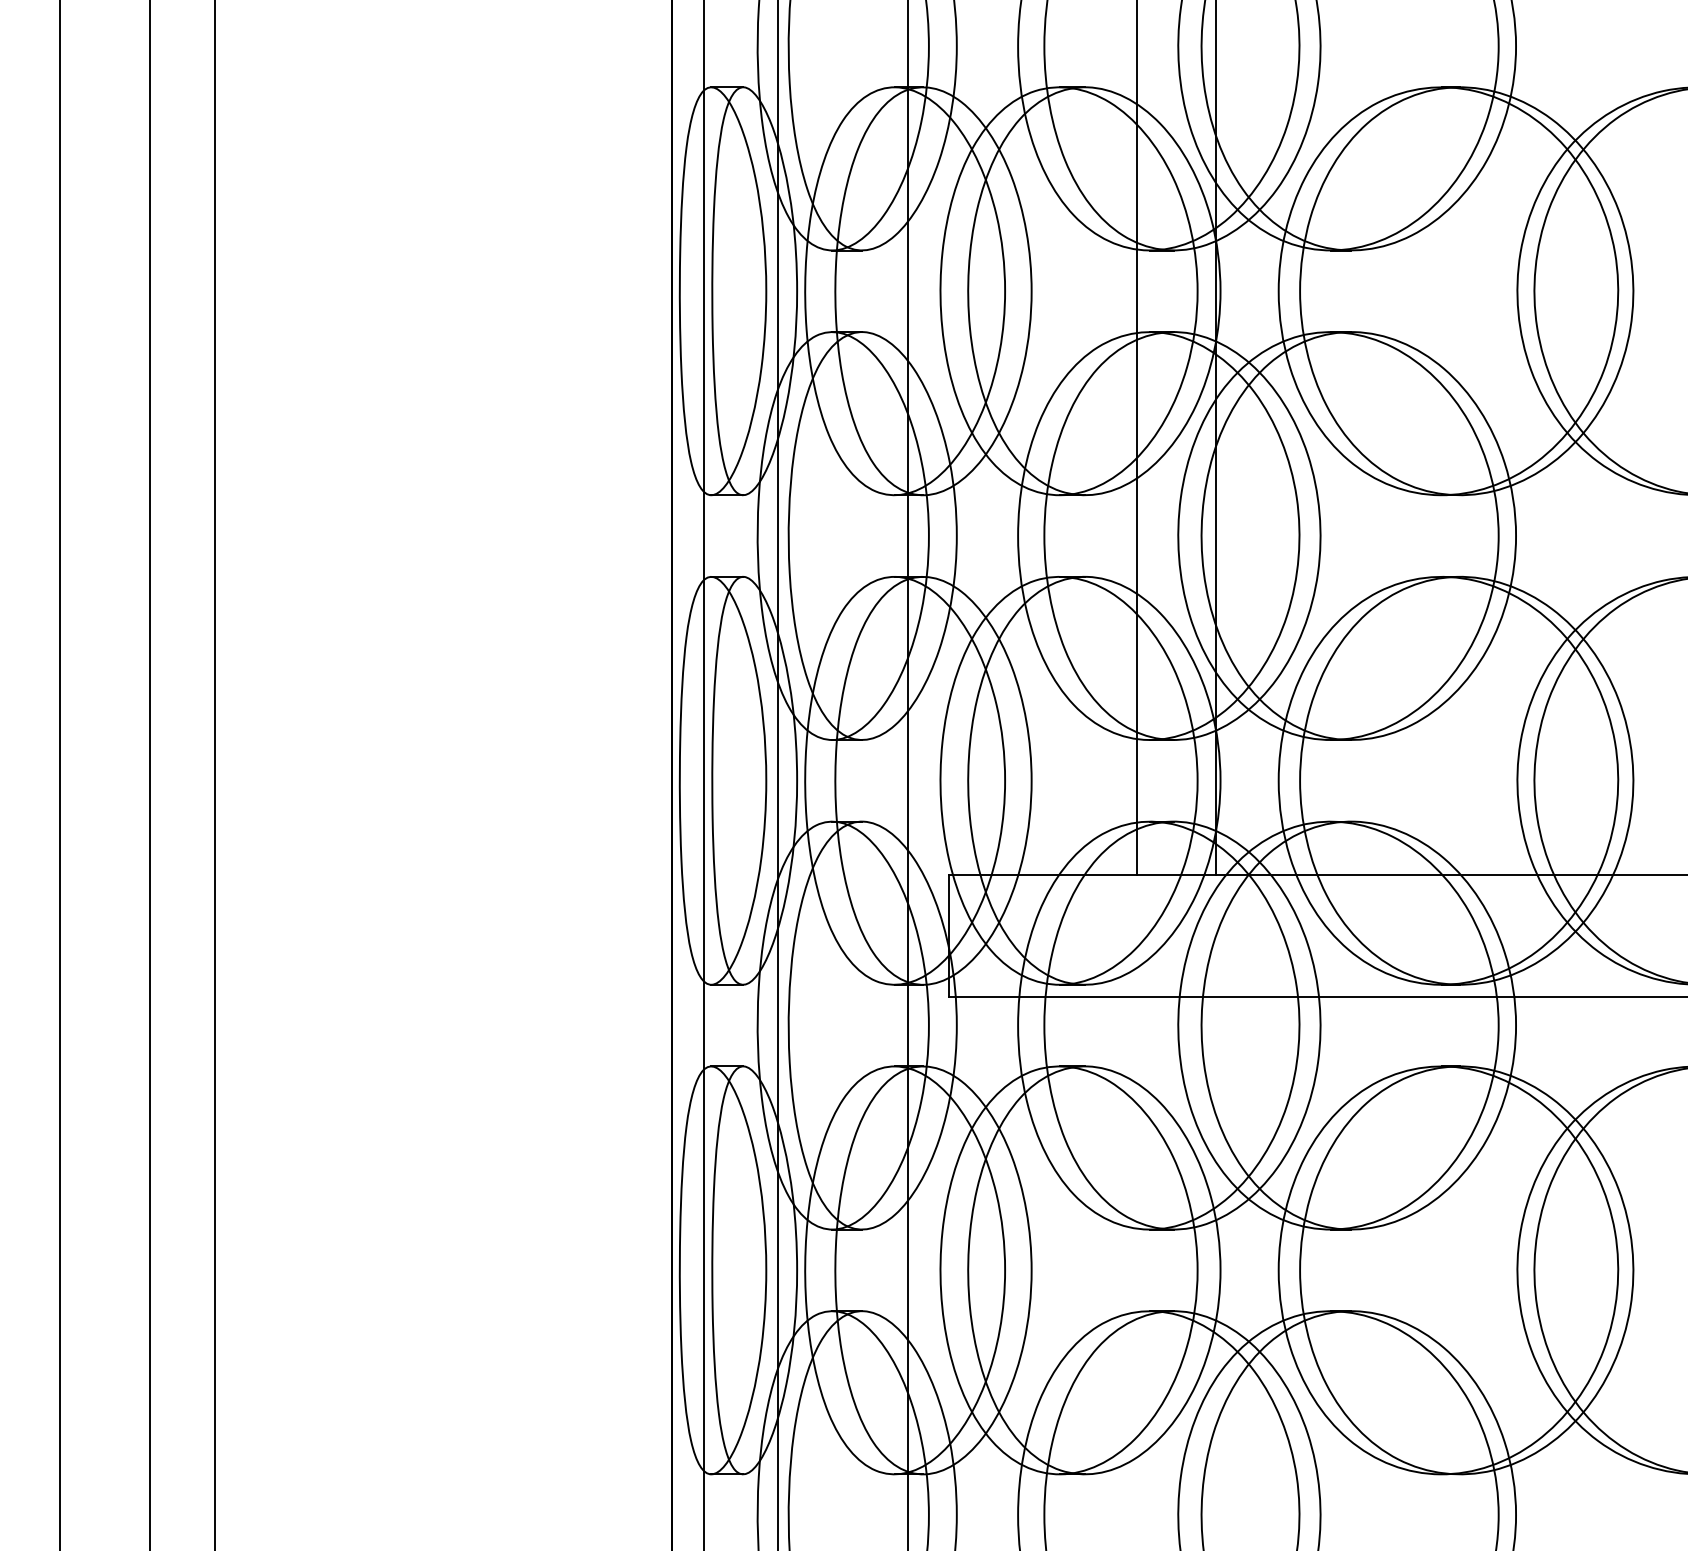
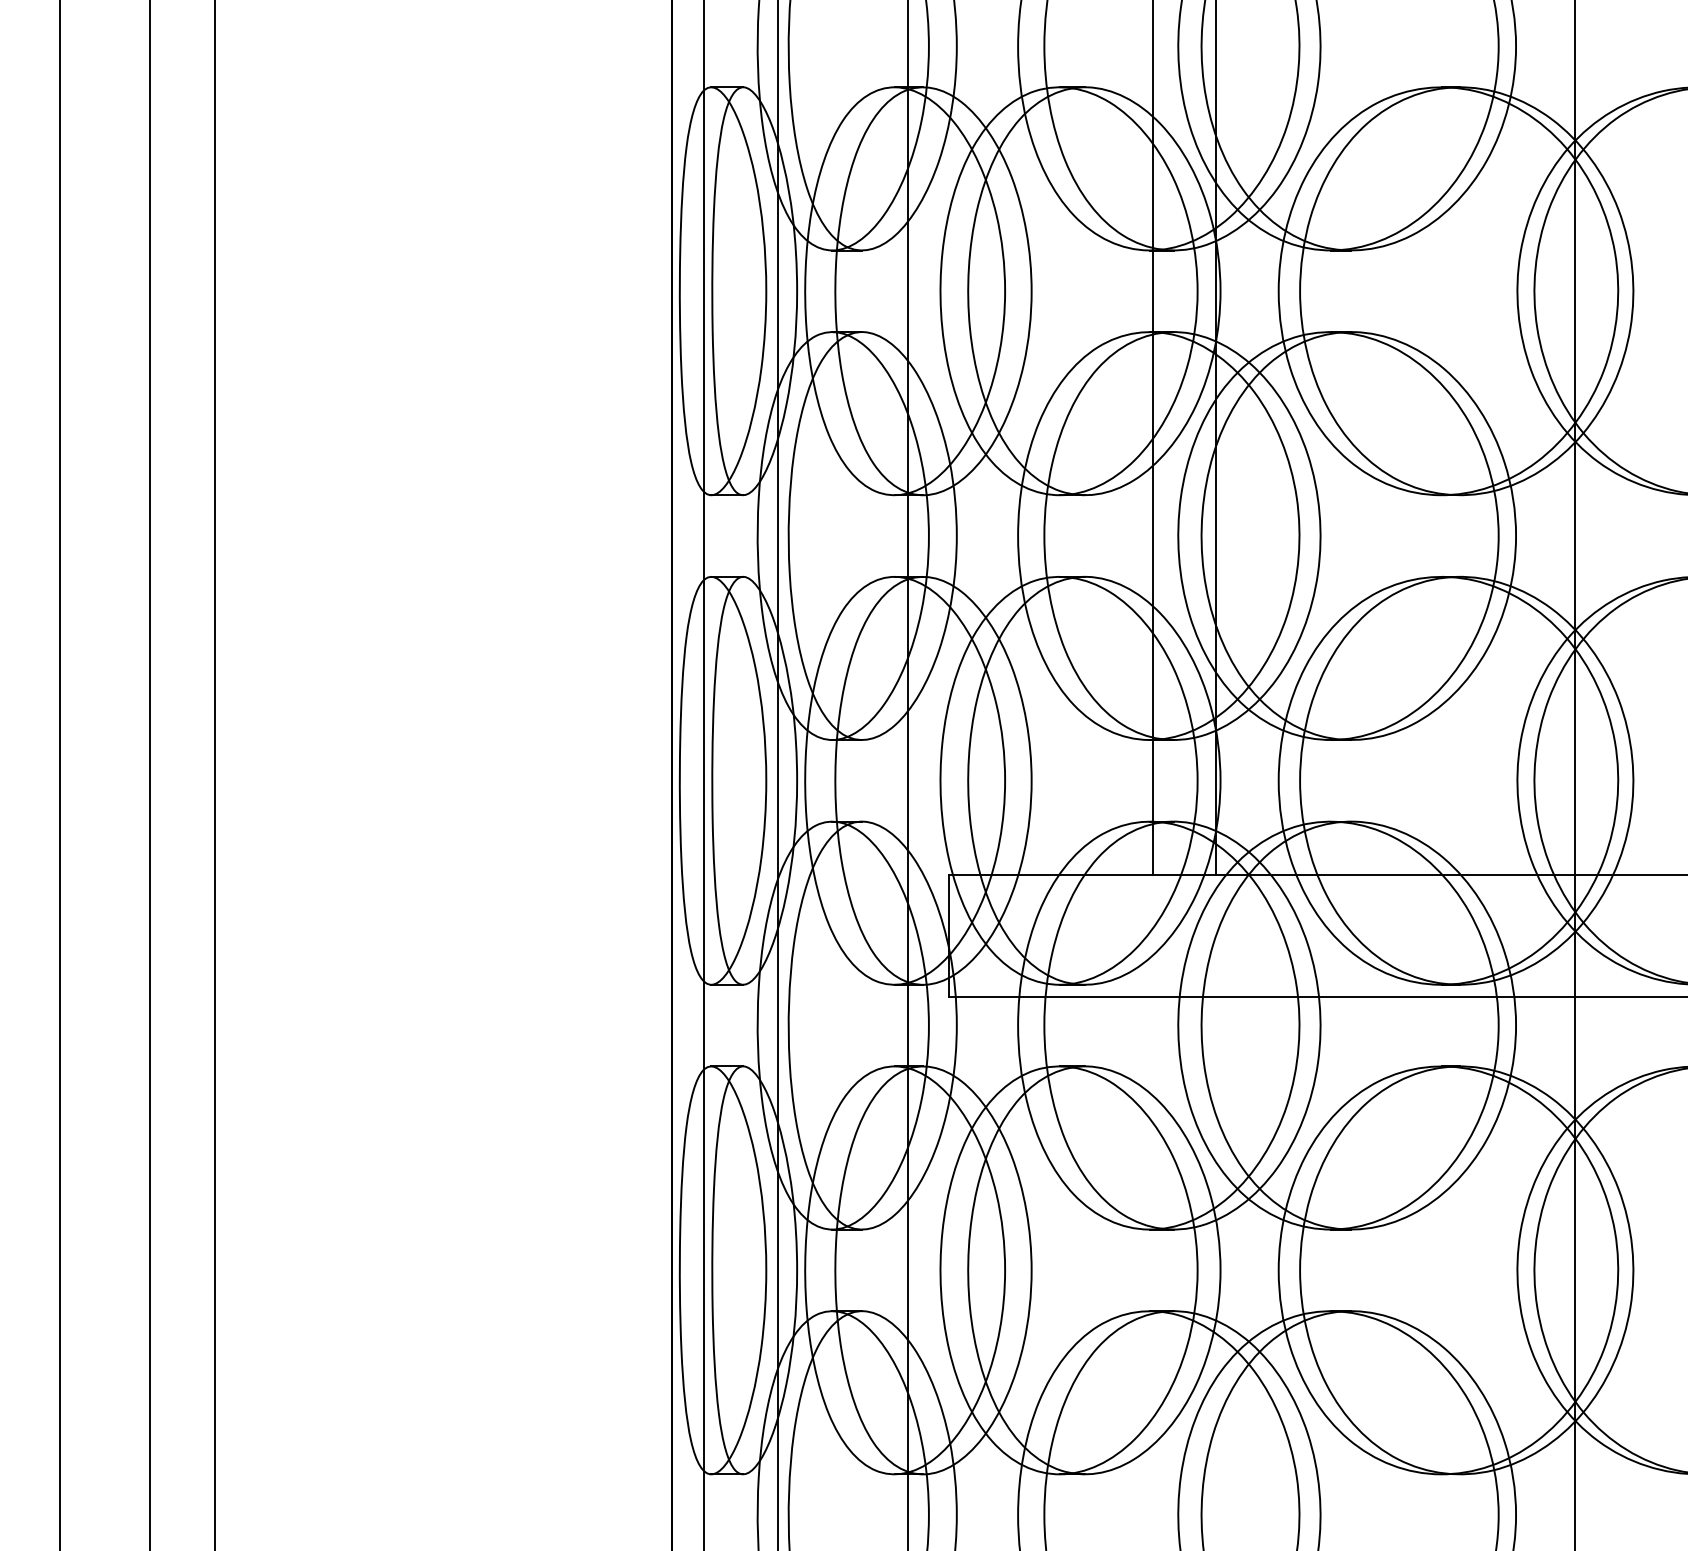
line at (1137, 438) position: (1137, 438) -> (1153, 438)
line at (1575, 774): none -> present
